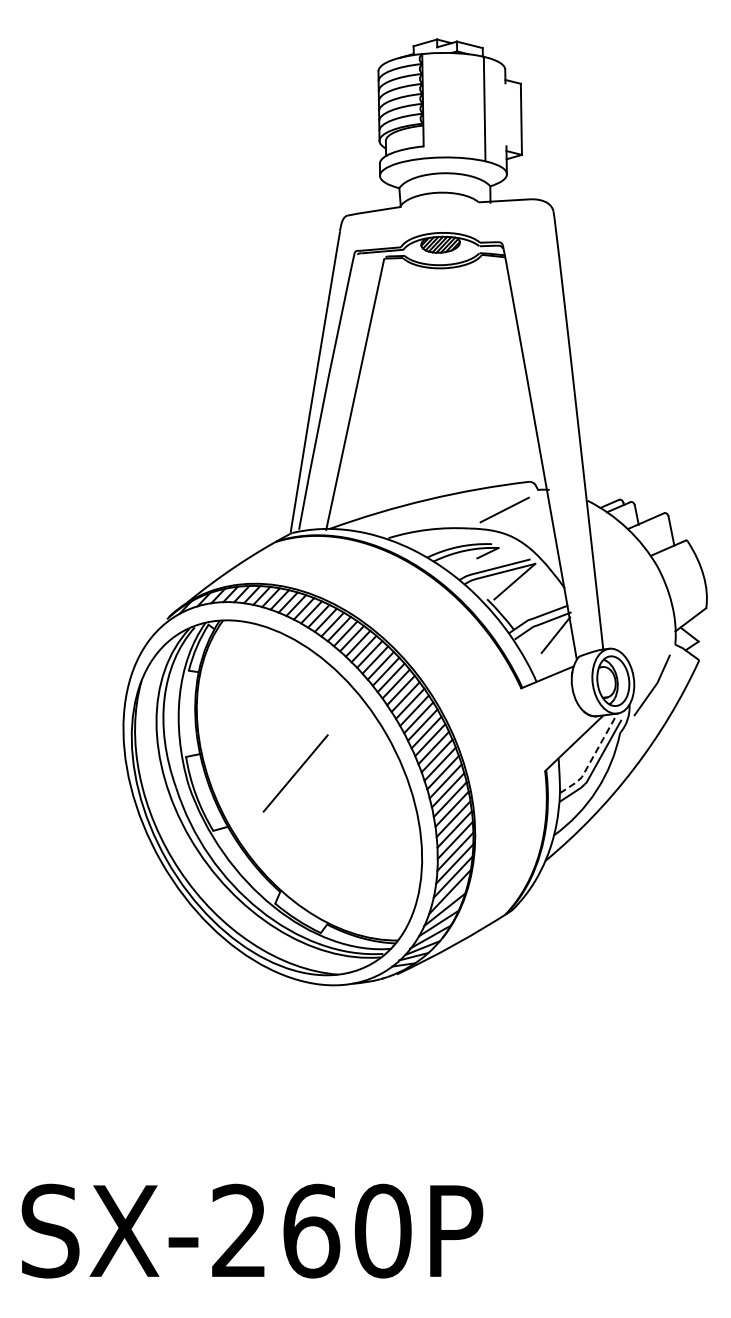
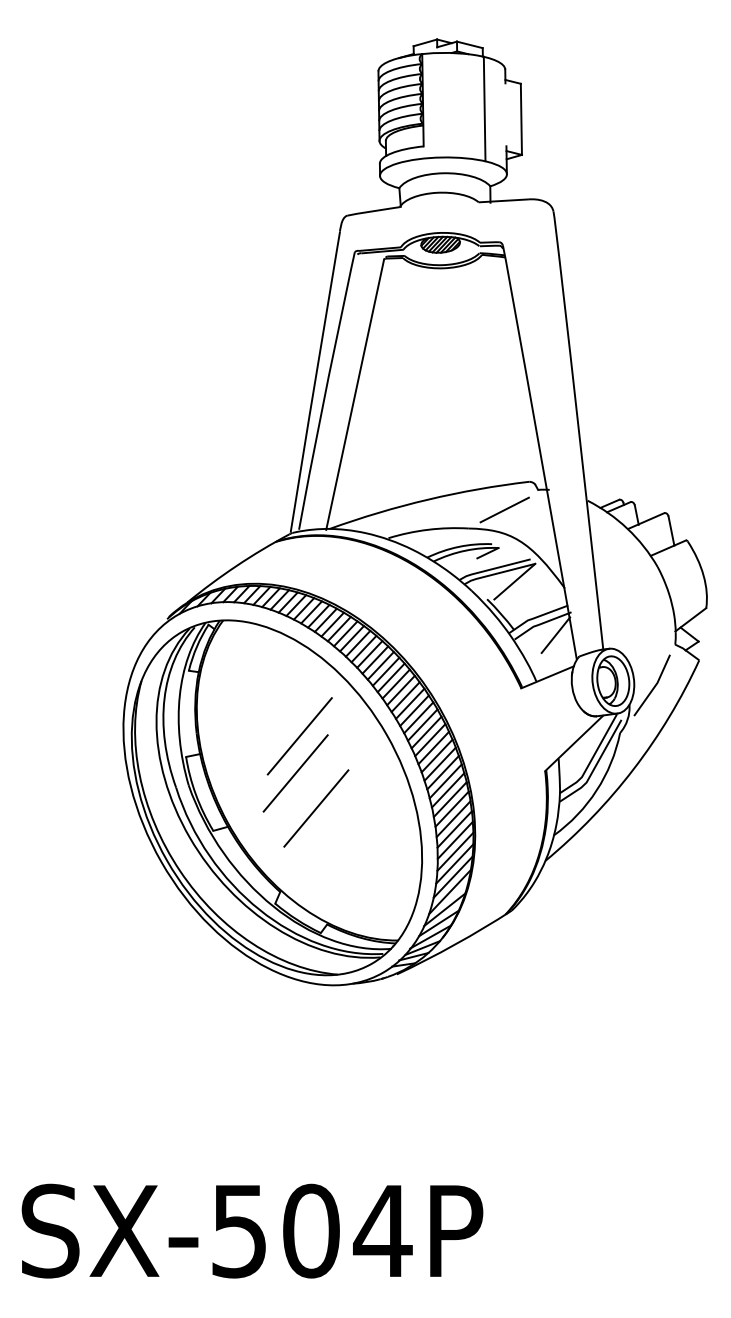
line at (299, 736): none -> present
line at (592, 758): dashed -> solid
line at (316, 808): none -> present
text at (312, 1230): SX-260P -> SX-504P
